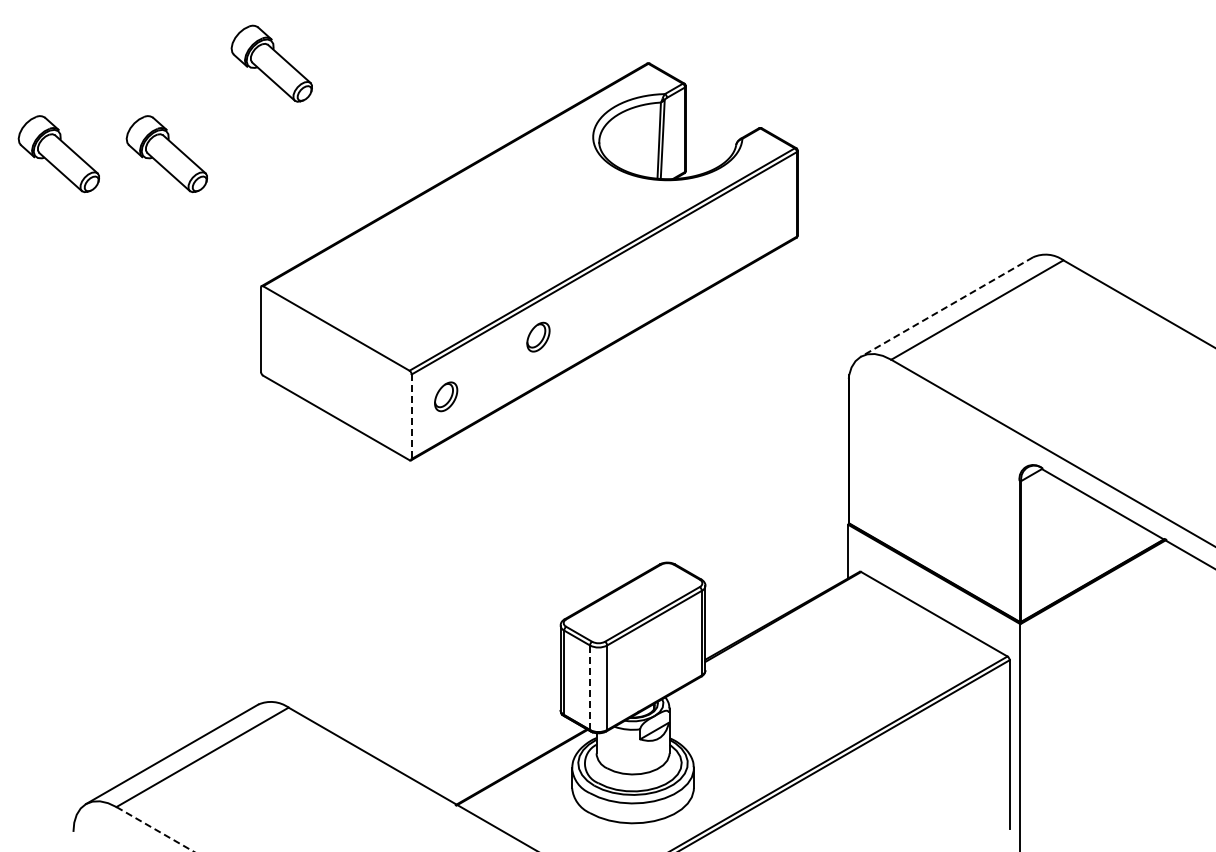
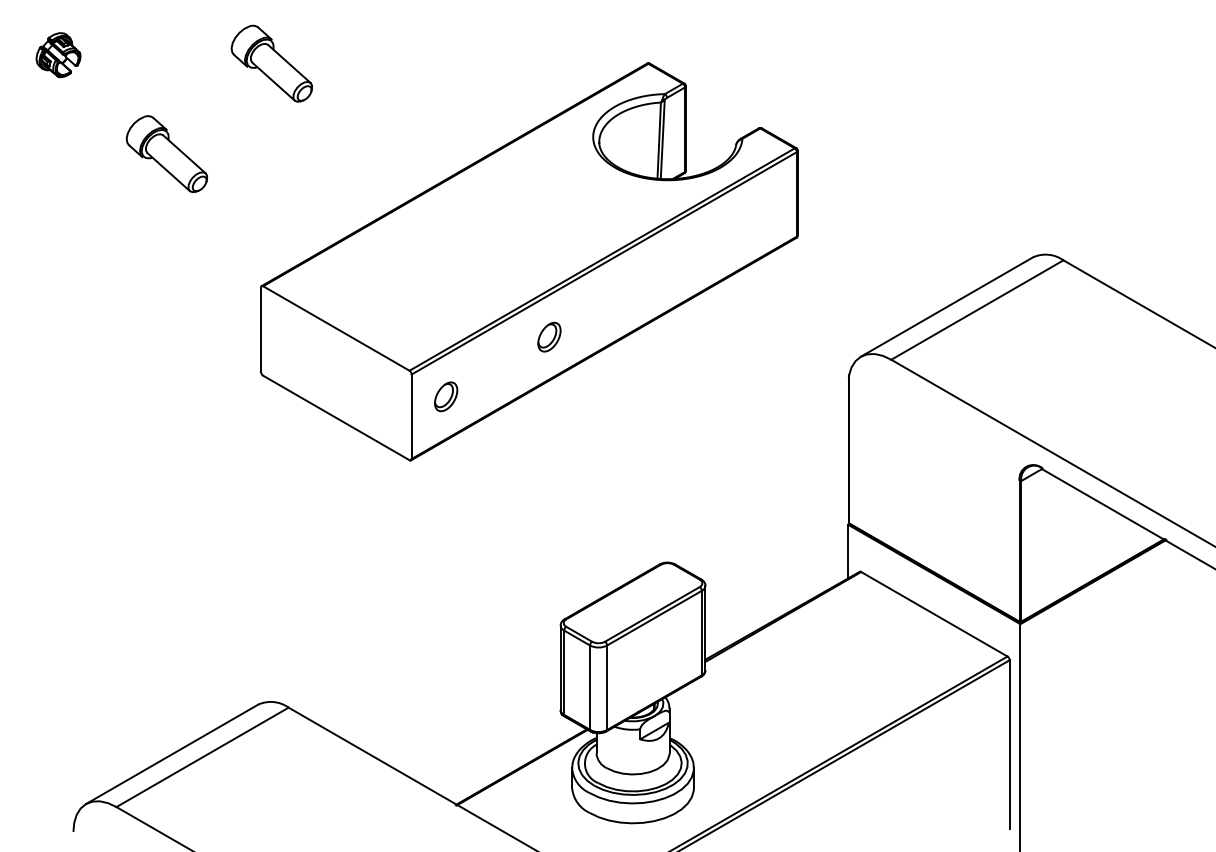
part at (58, 55): none -> present
part at (58, 154): present -> none
line at (946, 307): dashed -> solid
part at (538, 336) position: (538, 336) -> (549, 336)
line at (411, 417): dashed -> solid
line at (589, 687): dashed -> solid
line at (155, 829): dashed -> solid
